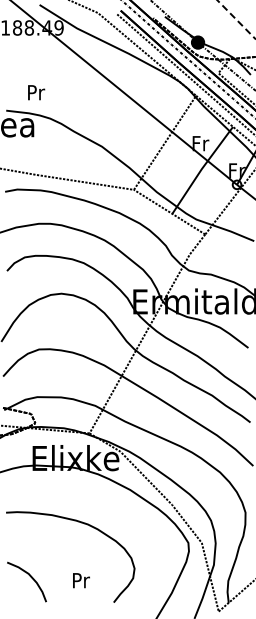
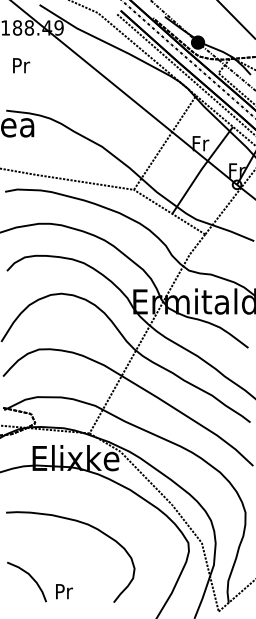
line at (237, 20): dashed -> solid
text at (36, 92) position: (36, 92) -> (21, 65)
text at (81, 580) position: (81, 580) -> (64, 591)
